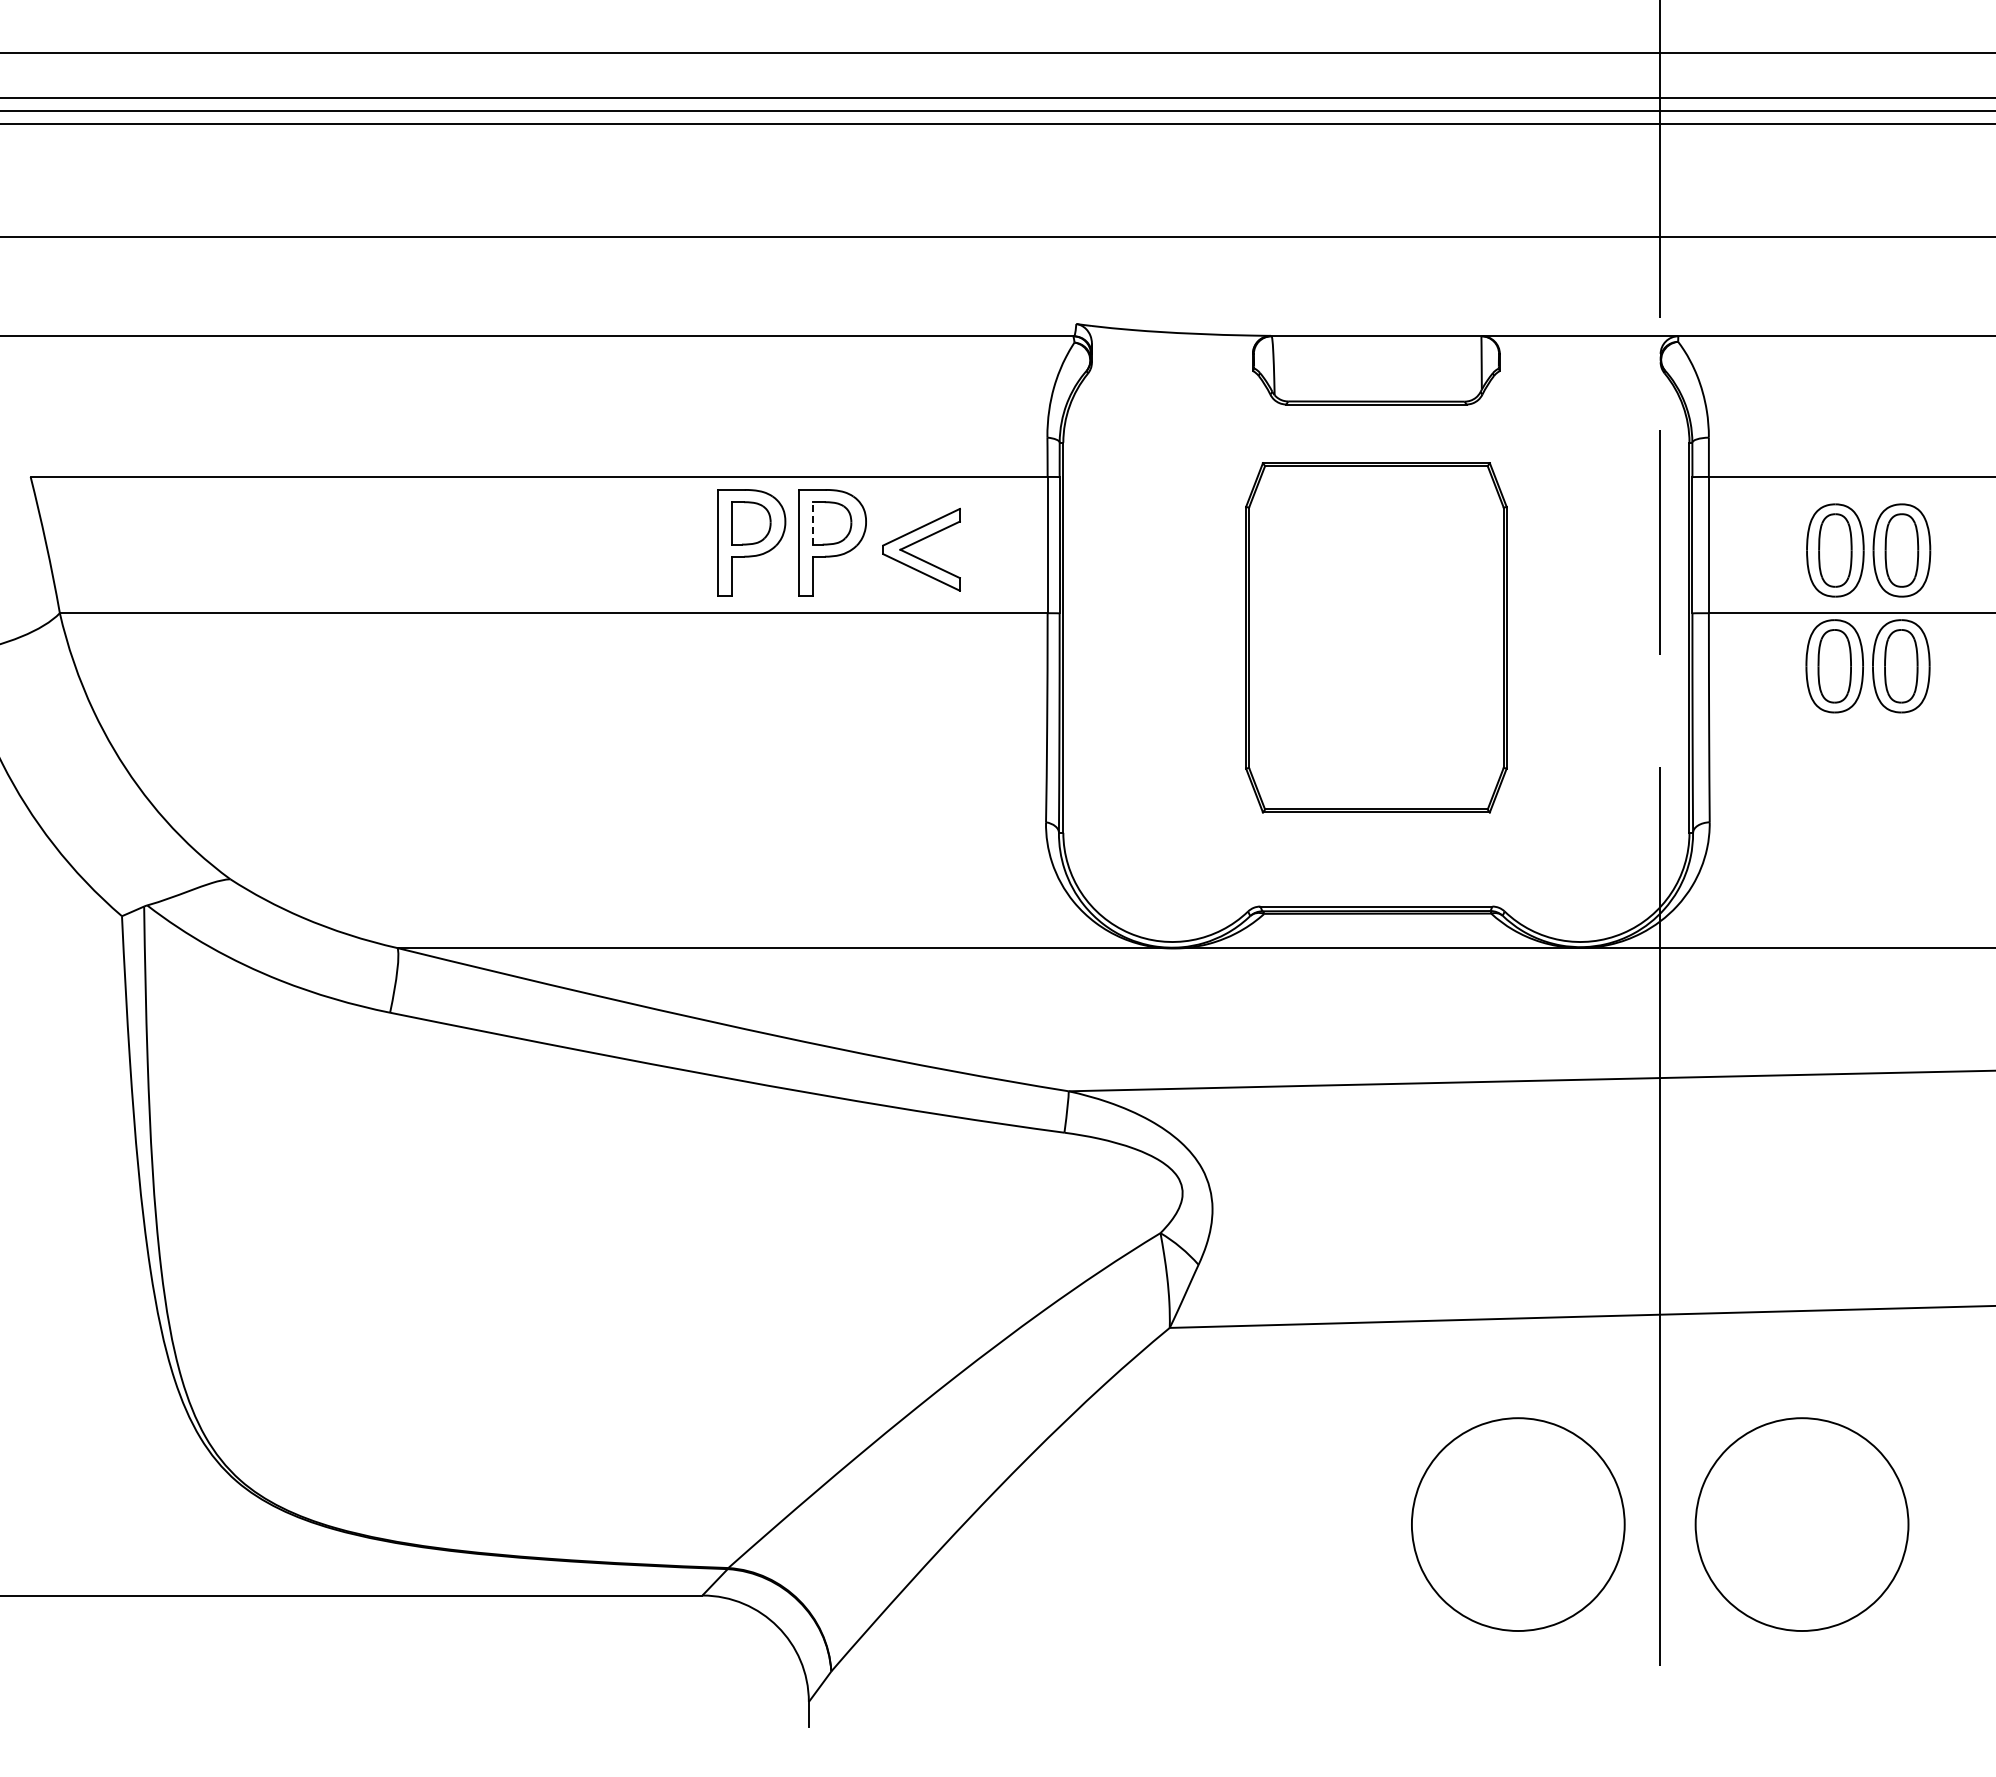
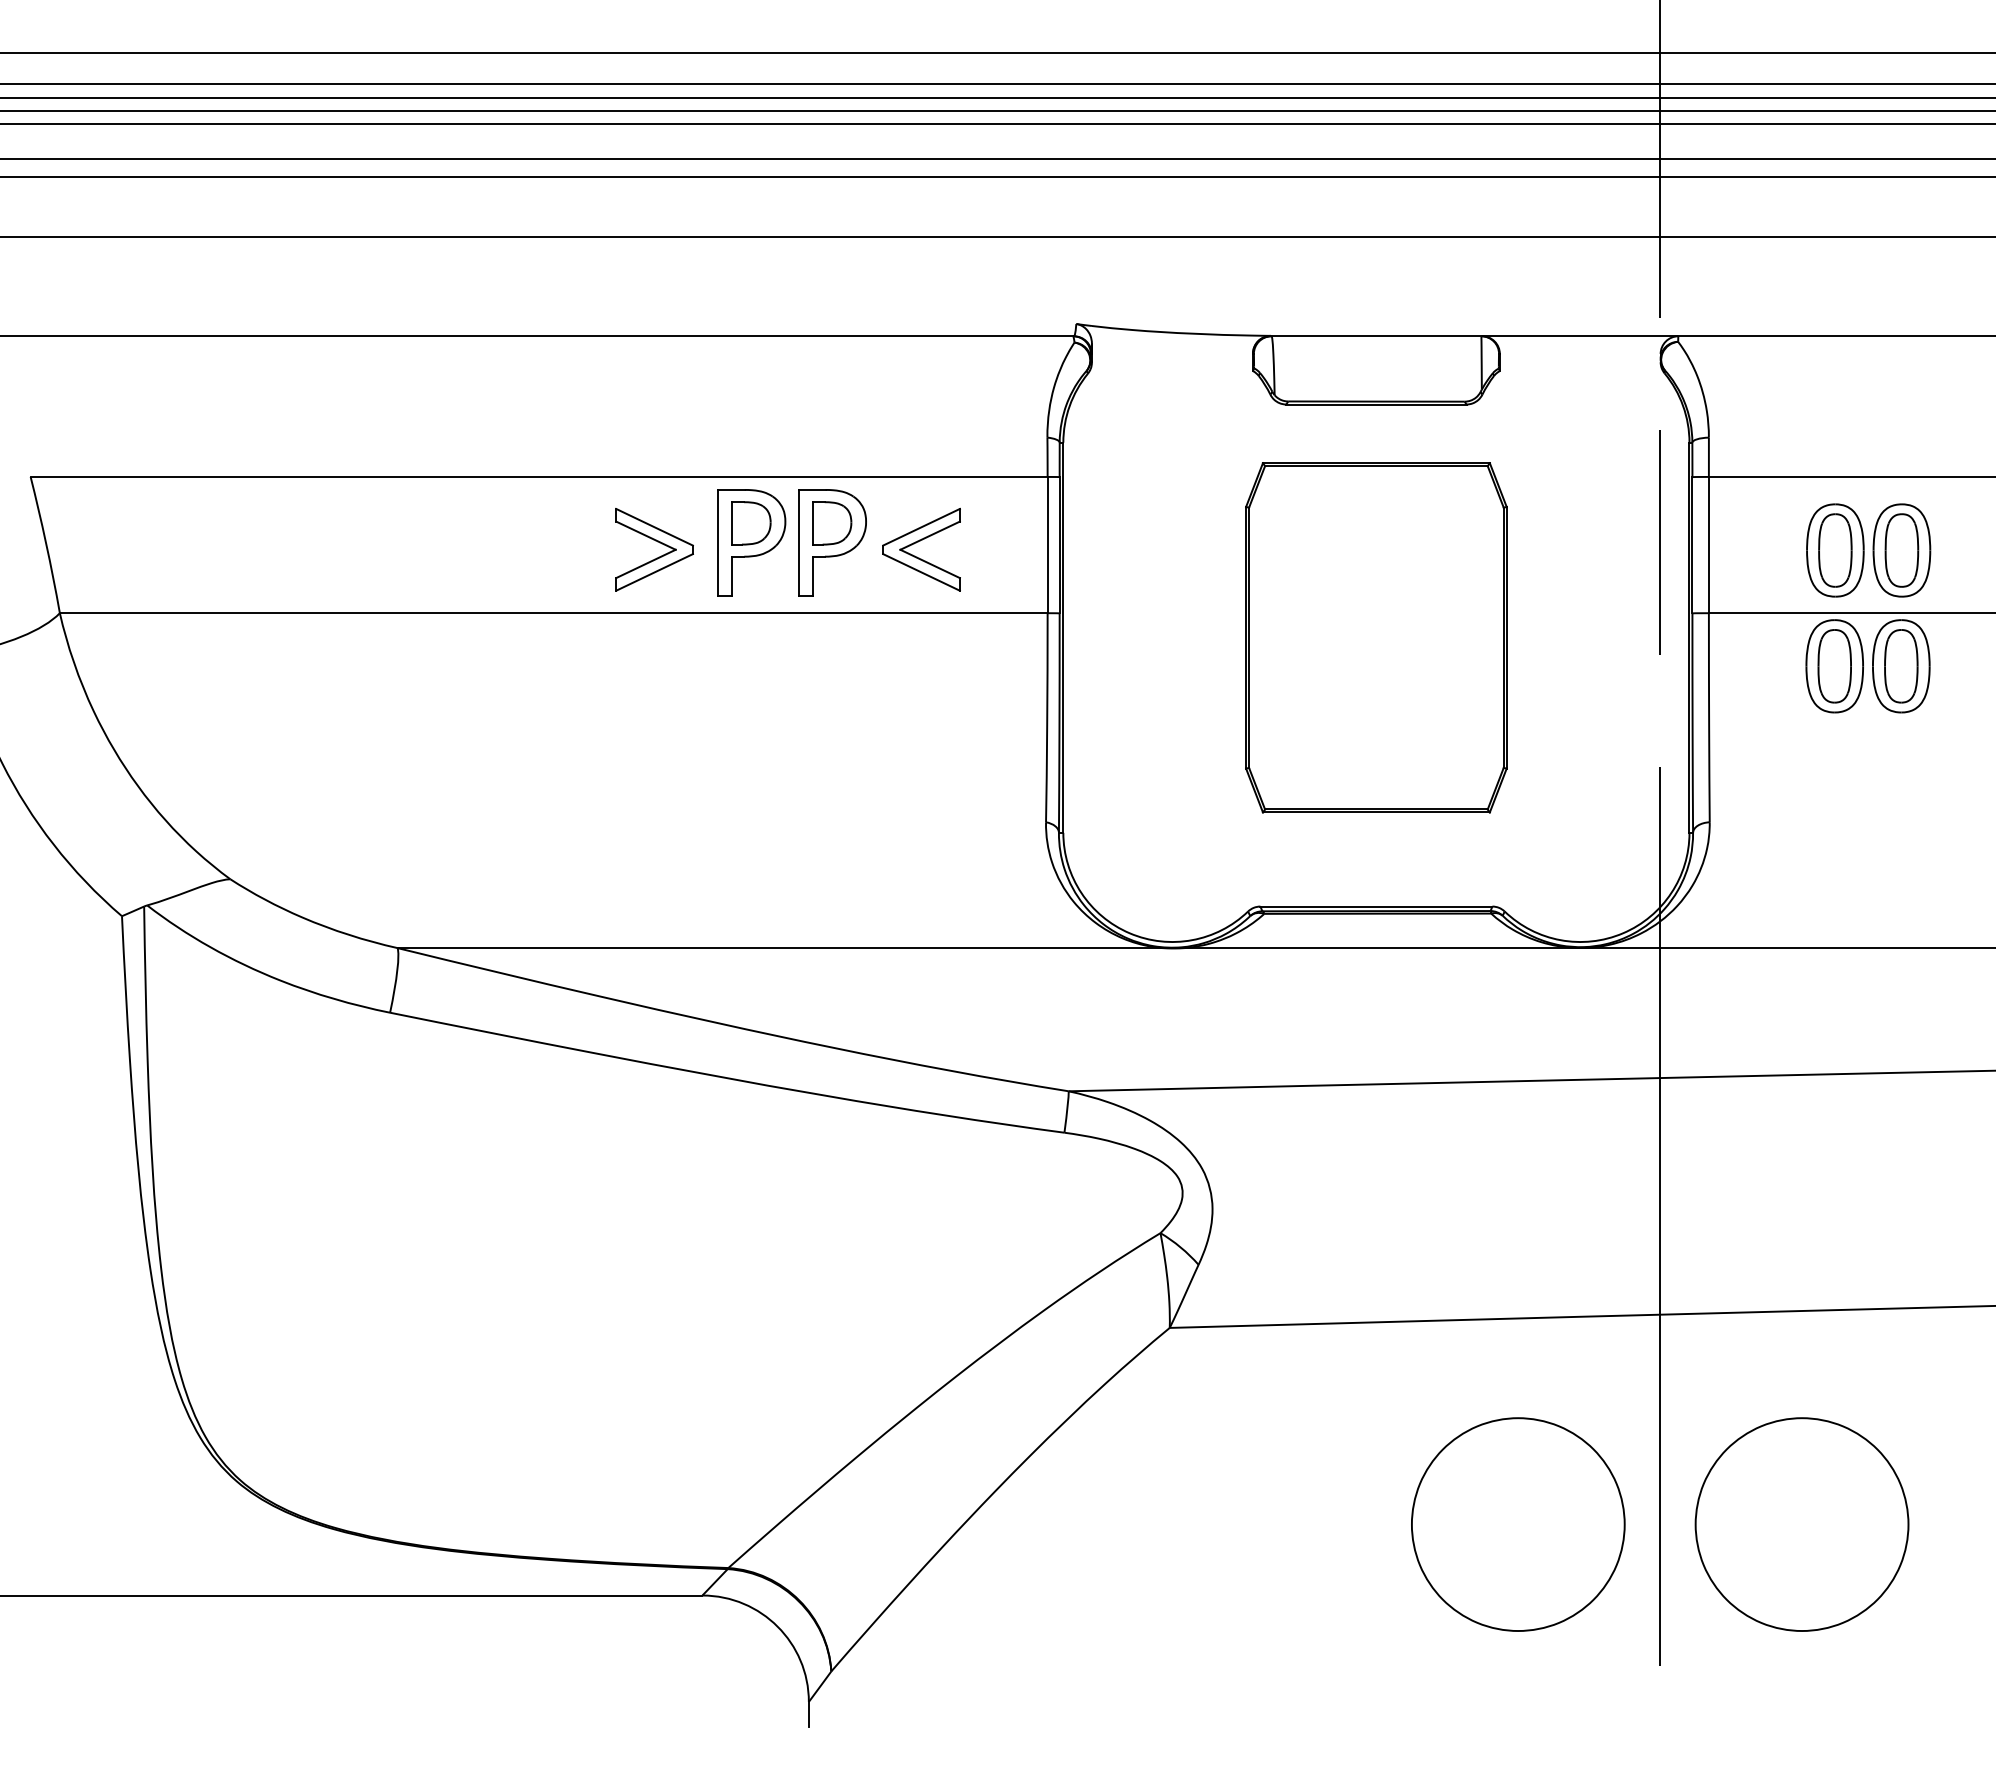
line at (997, 84): none -> present
line at (997, 158): none -> present
line at (997, 176): none -> present
line at (812, 522): dashed -> solid
part at (657, 542): none -> present
